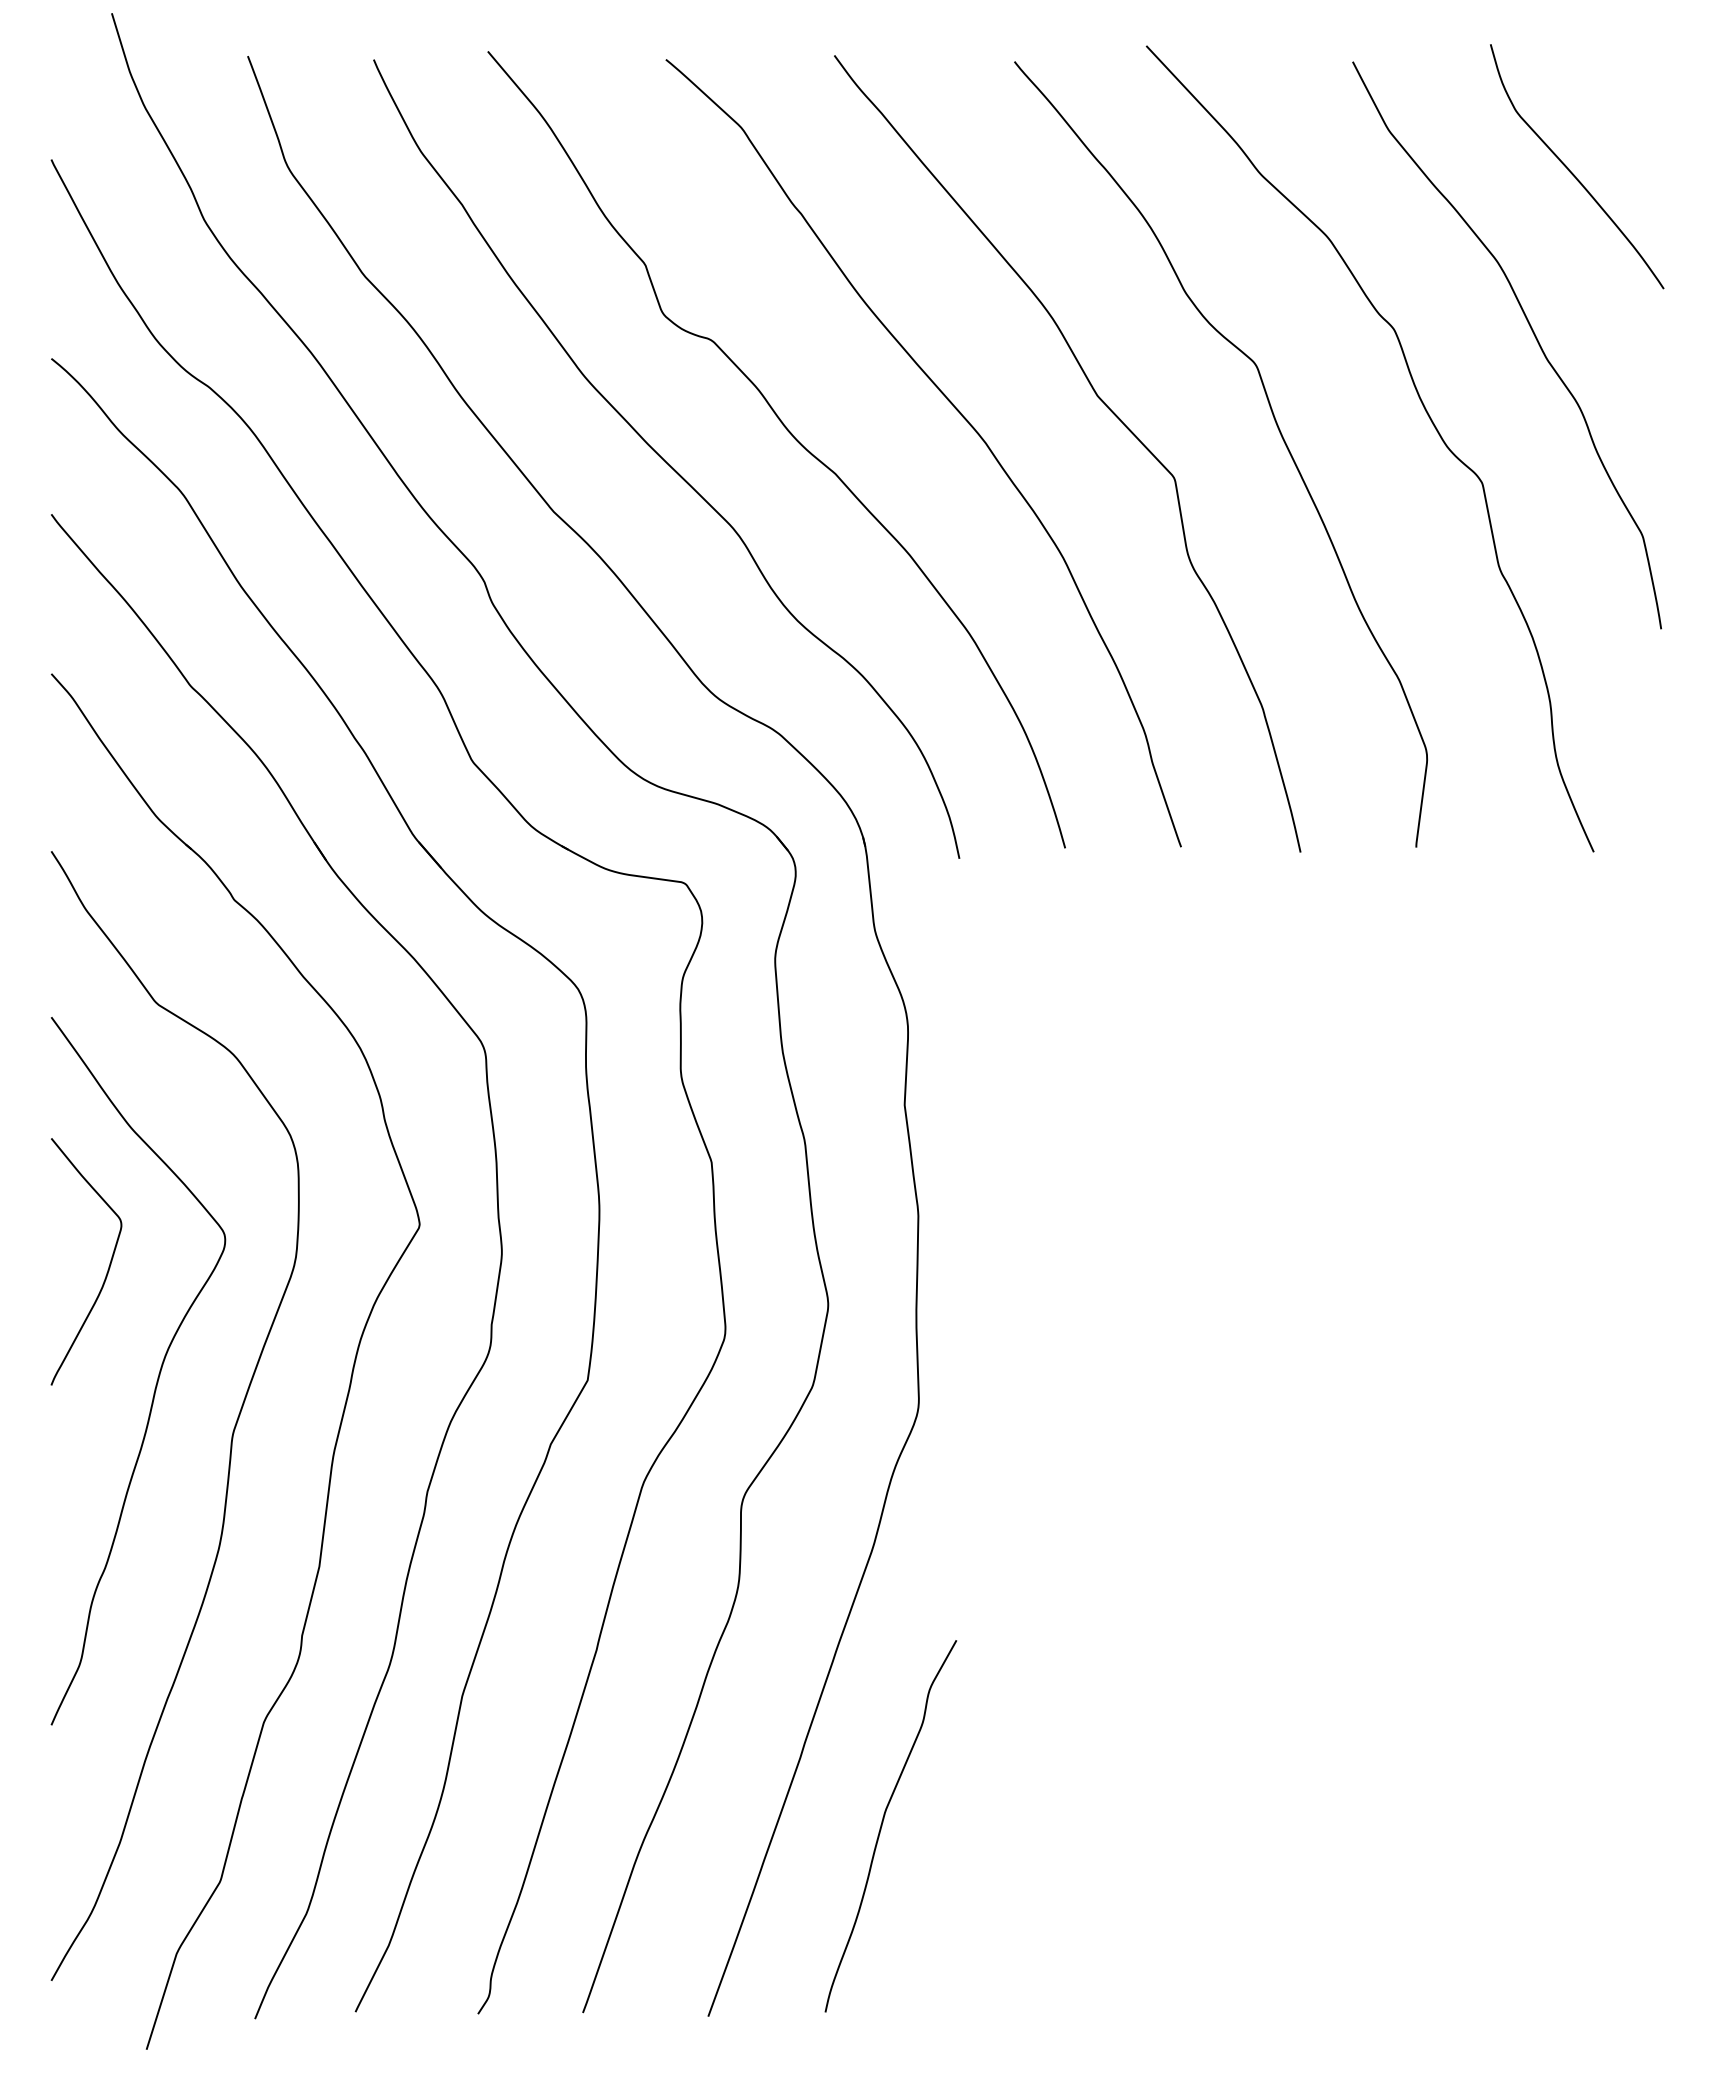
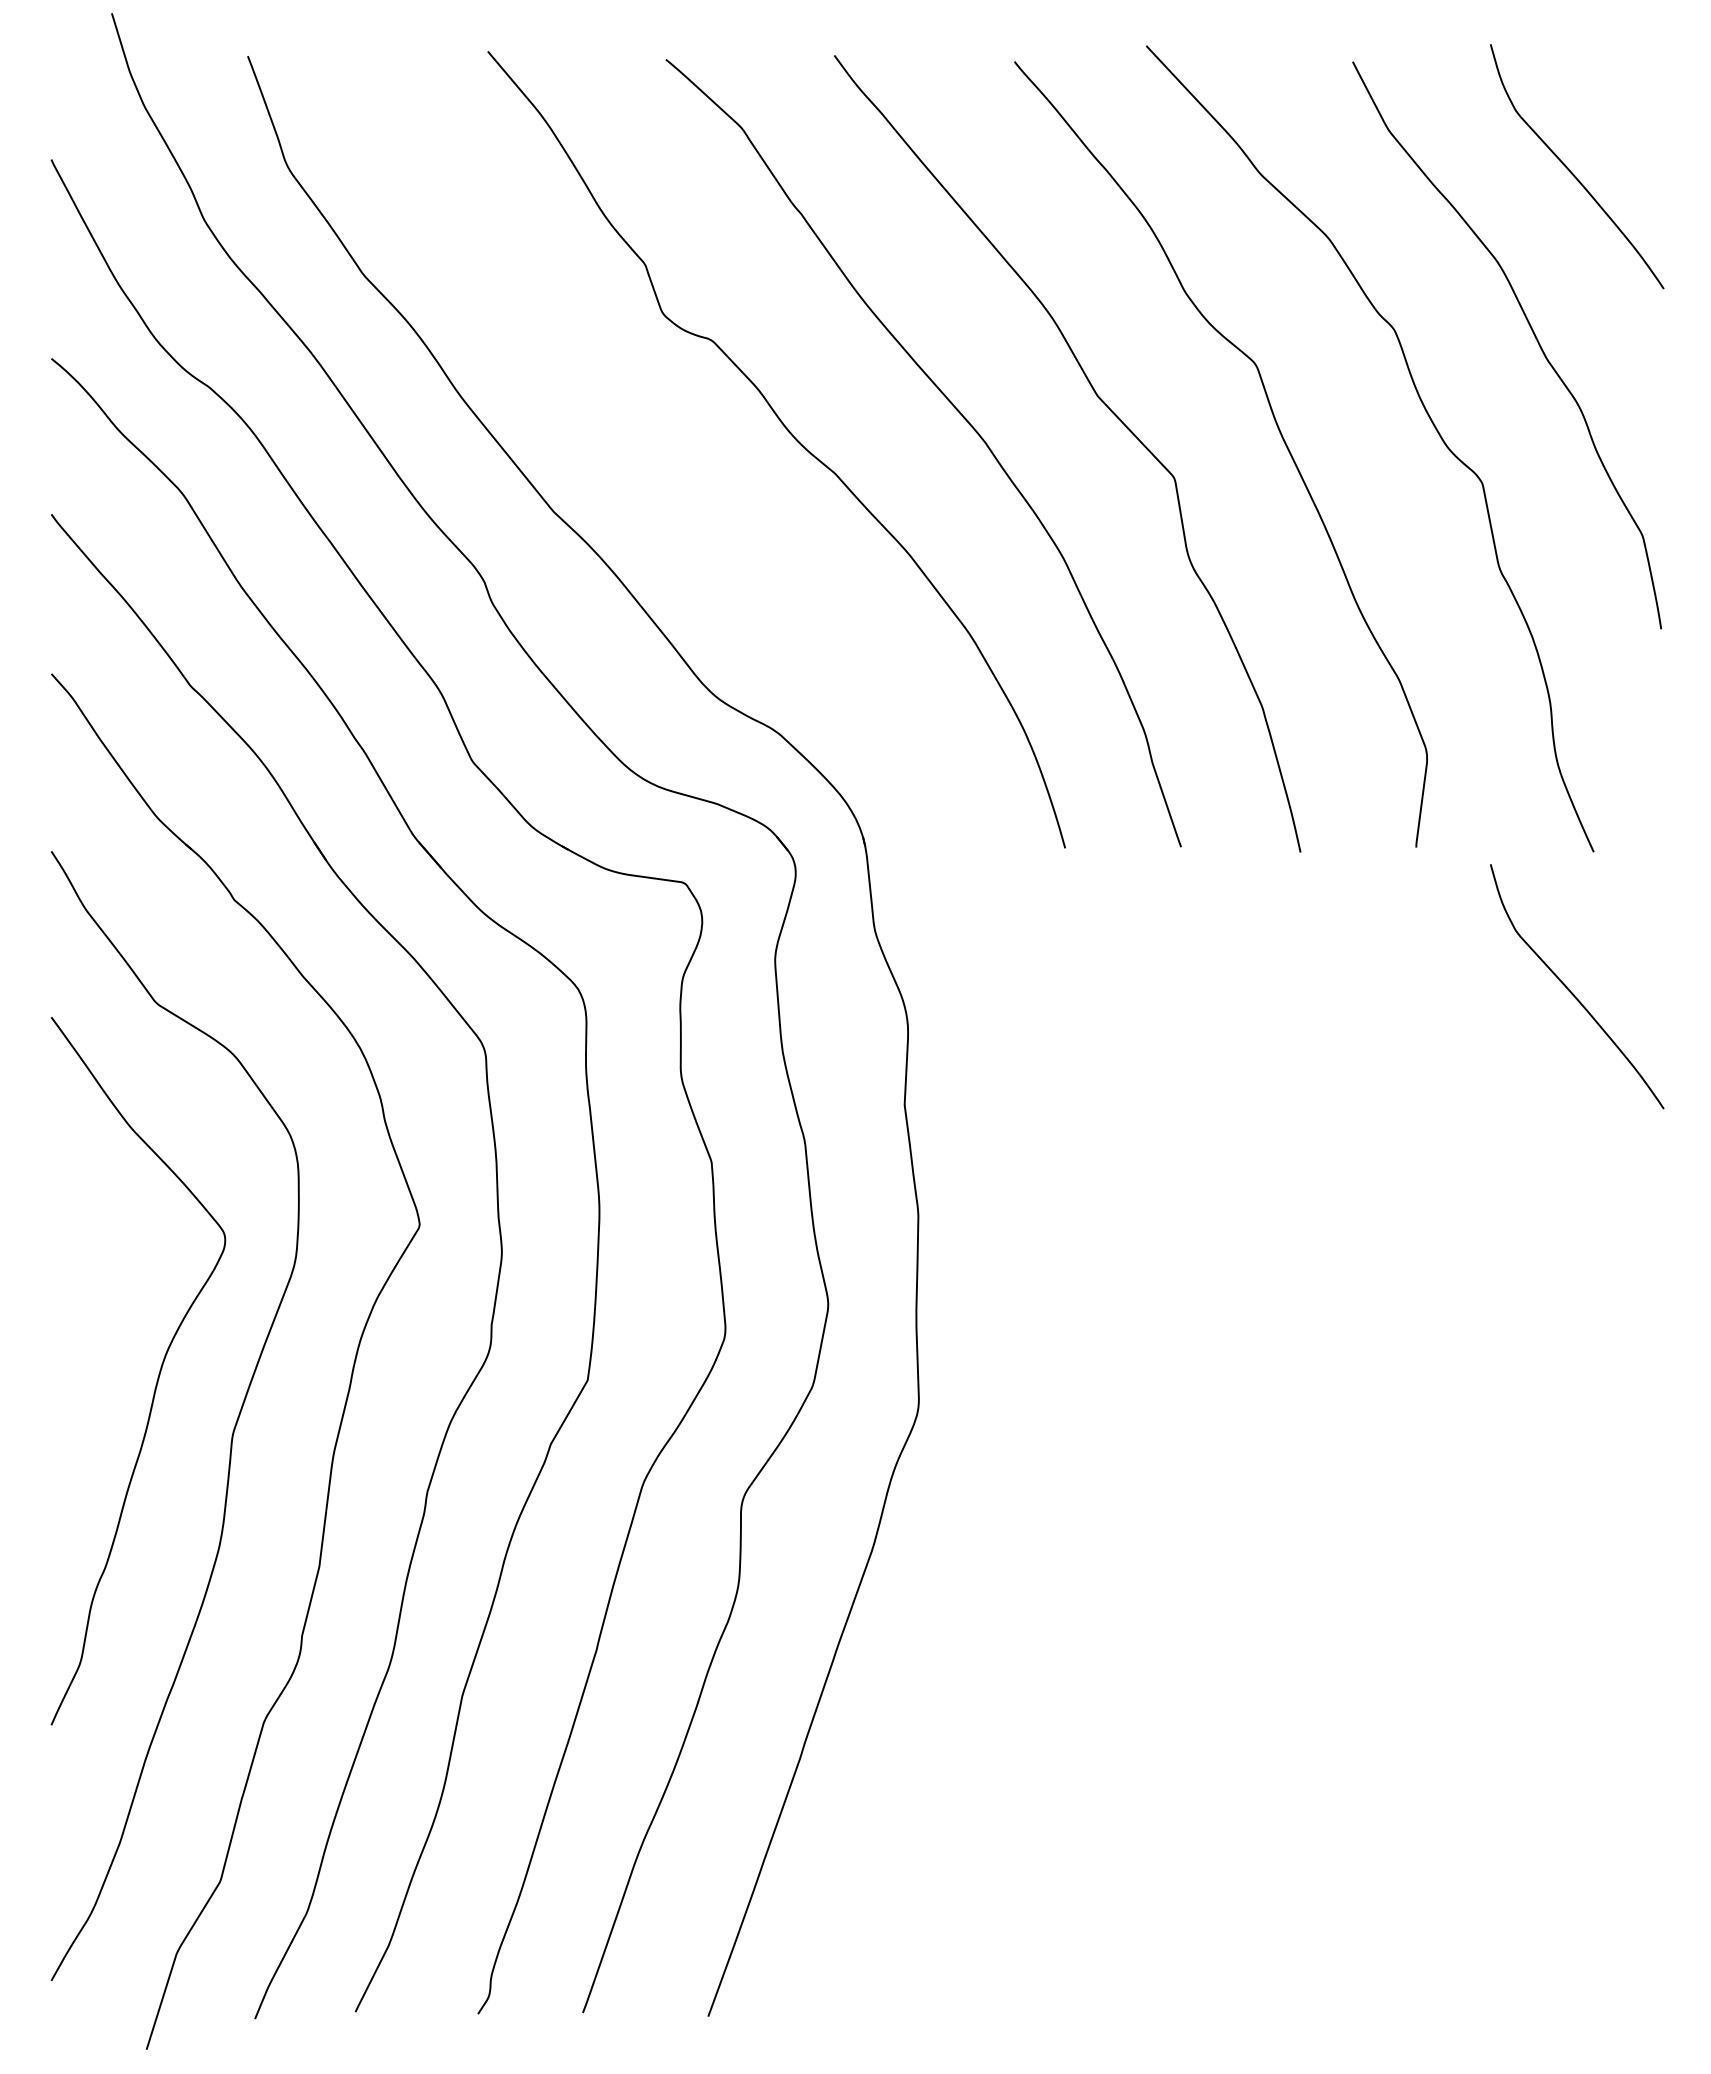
curve at (664, 459): present -> none
curve at (1571, 991): none -> present
curve at (107, 1269): present -> none
curve at (882, 1826): present -> none
